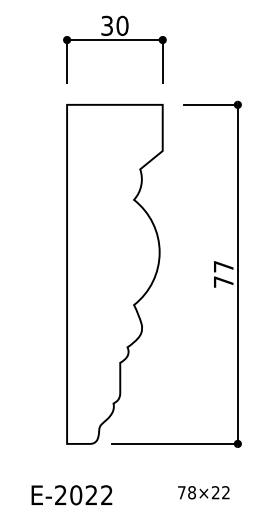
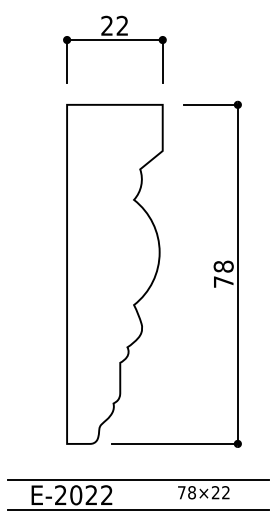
text at (114, 25): 30 -> 22
text at (223, 266): 77 -> 78
line at (138, 479): none -> present
line at (138, 510): none -> present
